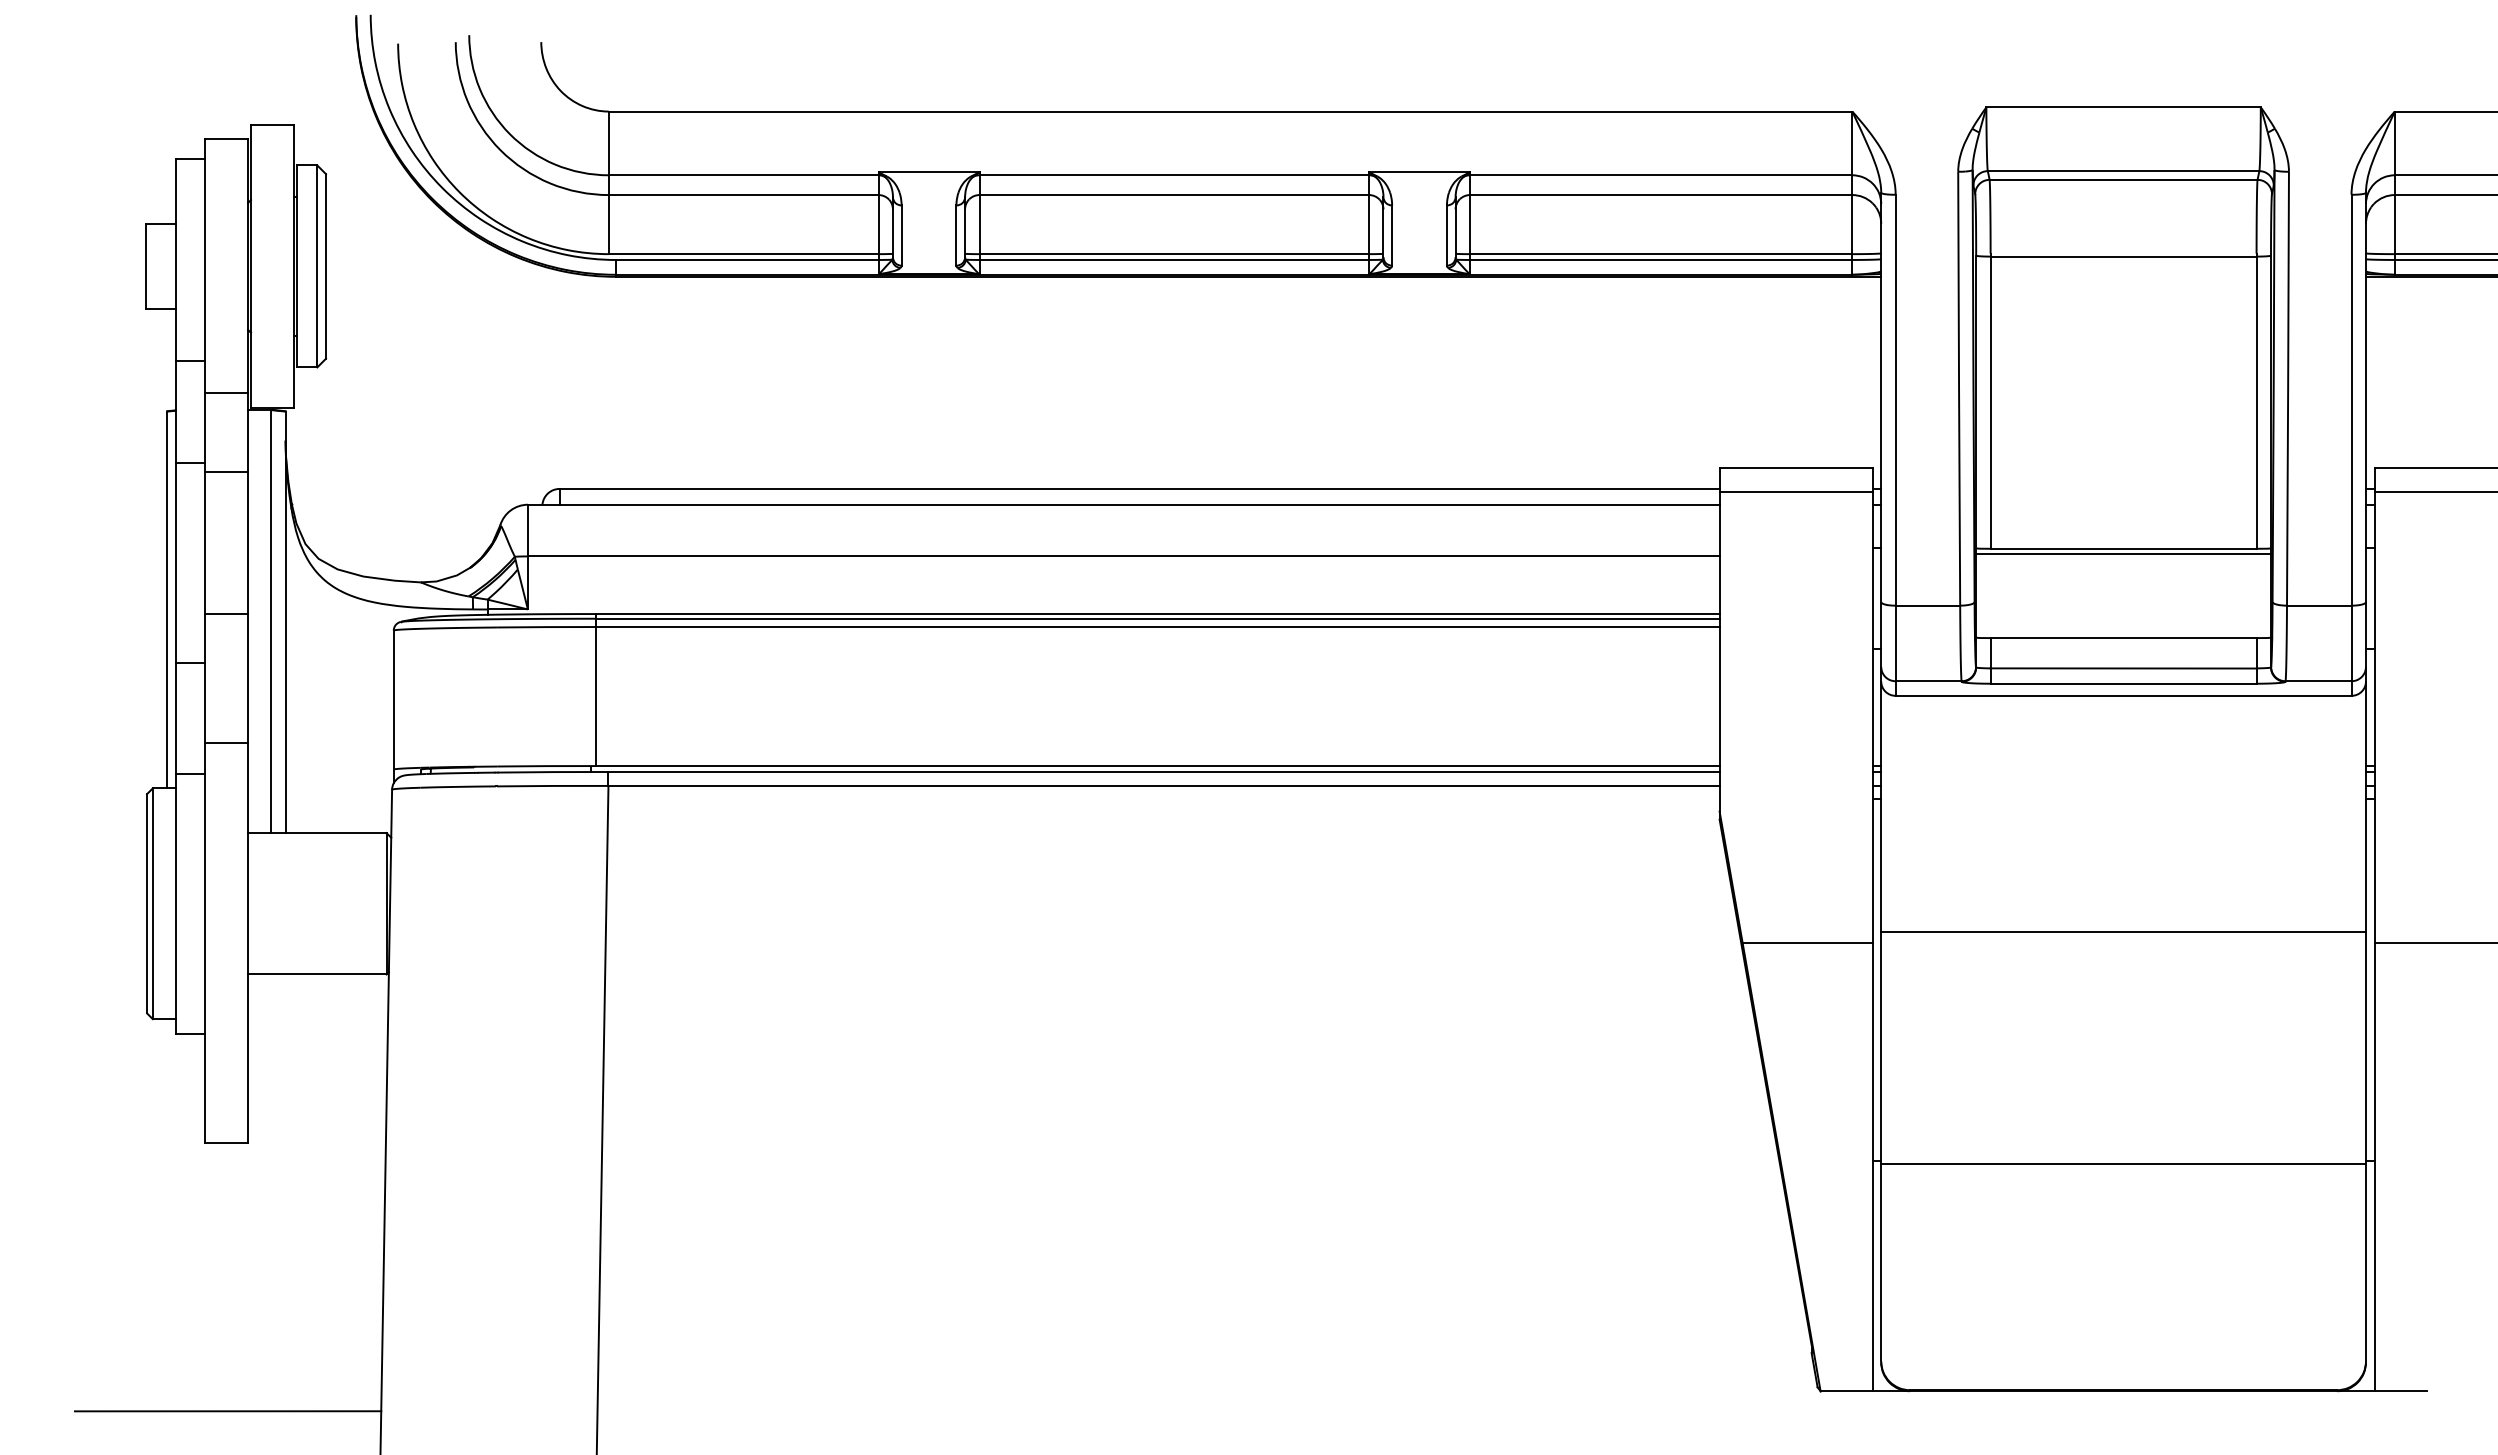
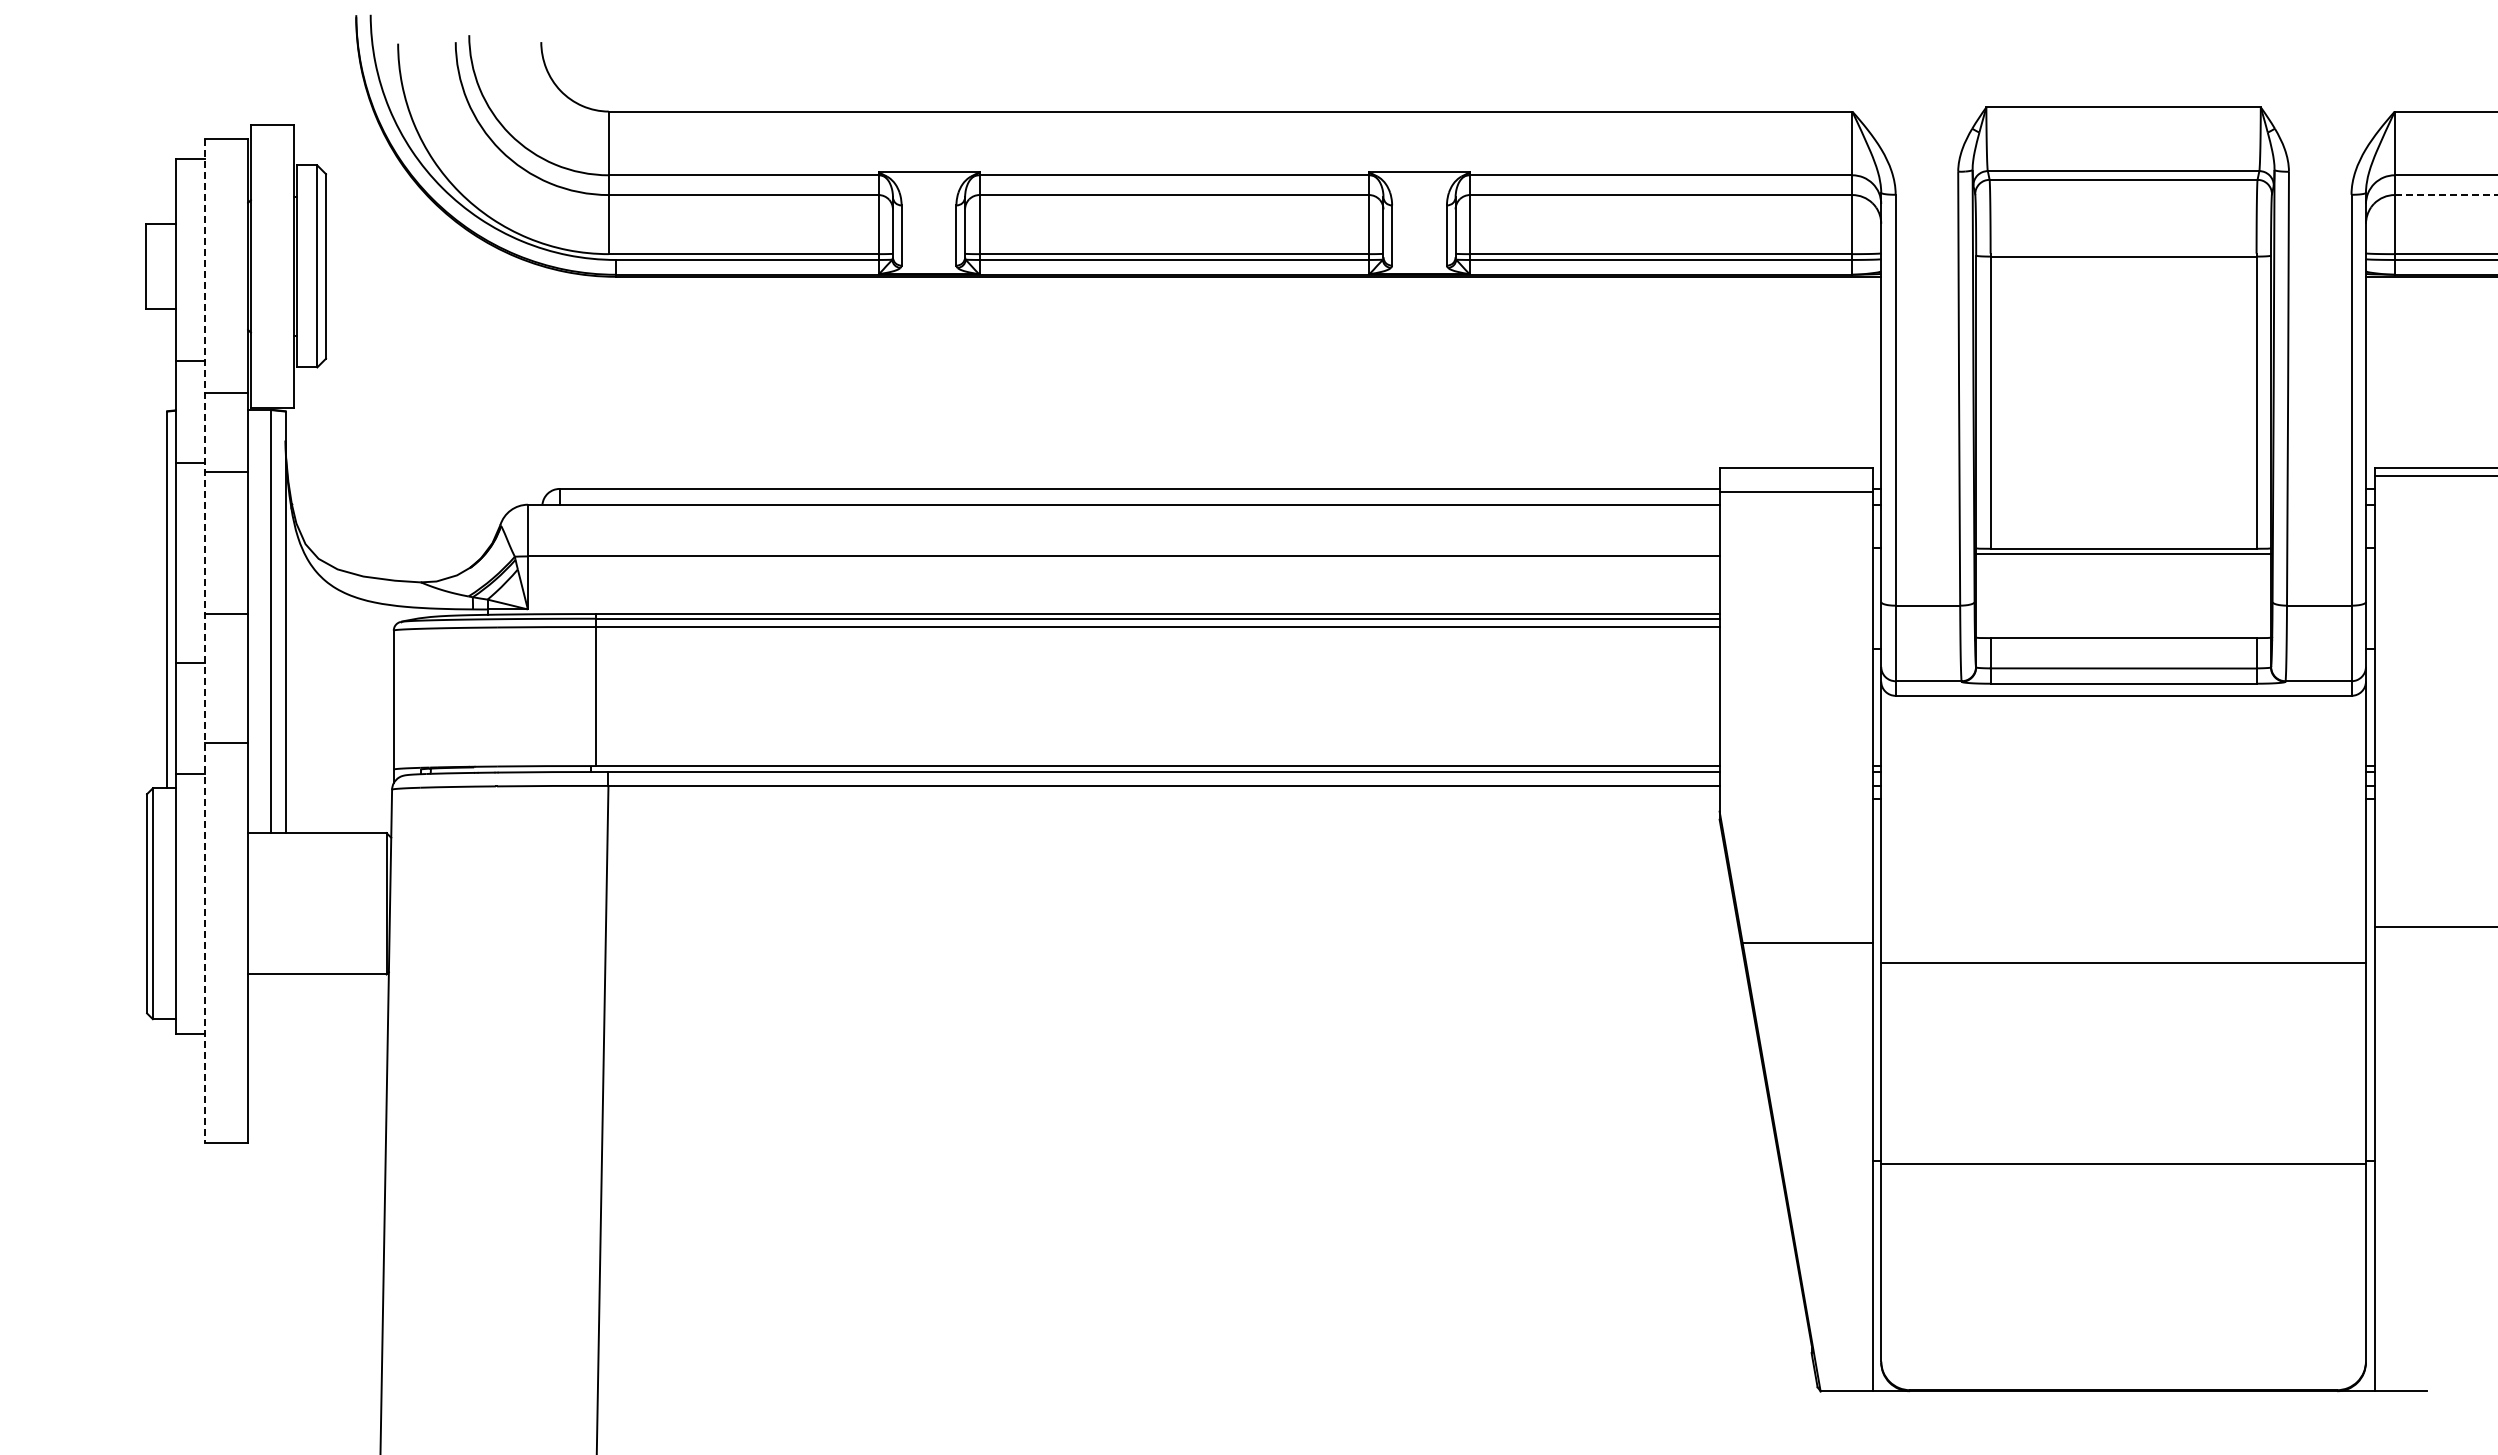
line at (2446, 195): solid -> dashed
line at (2434, 491) position: (2434, 491) -> (2434, 475)
line at (204, 641): solid -> dashed
line at (2123, 931) position: (2123, 931) -> (2123, 962)
line at (2434, 943) position: (2434, 943) -> (2434, 927)
line at (227, 1411): present -> none
